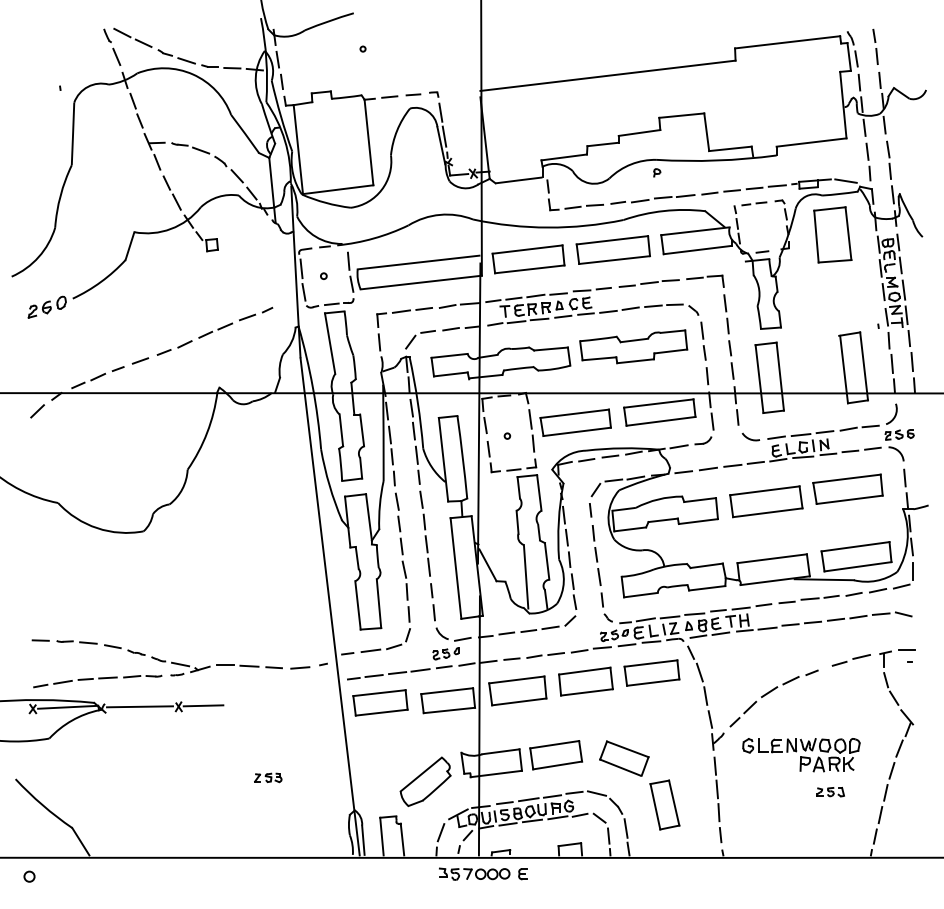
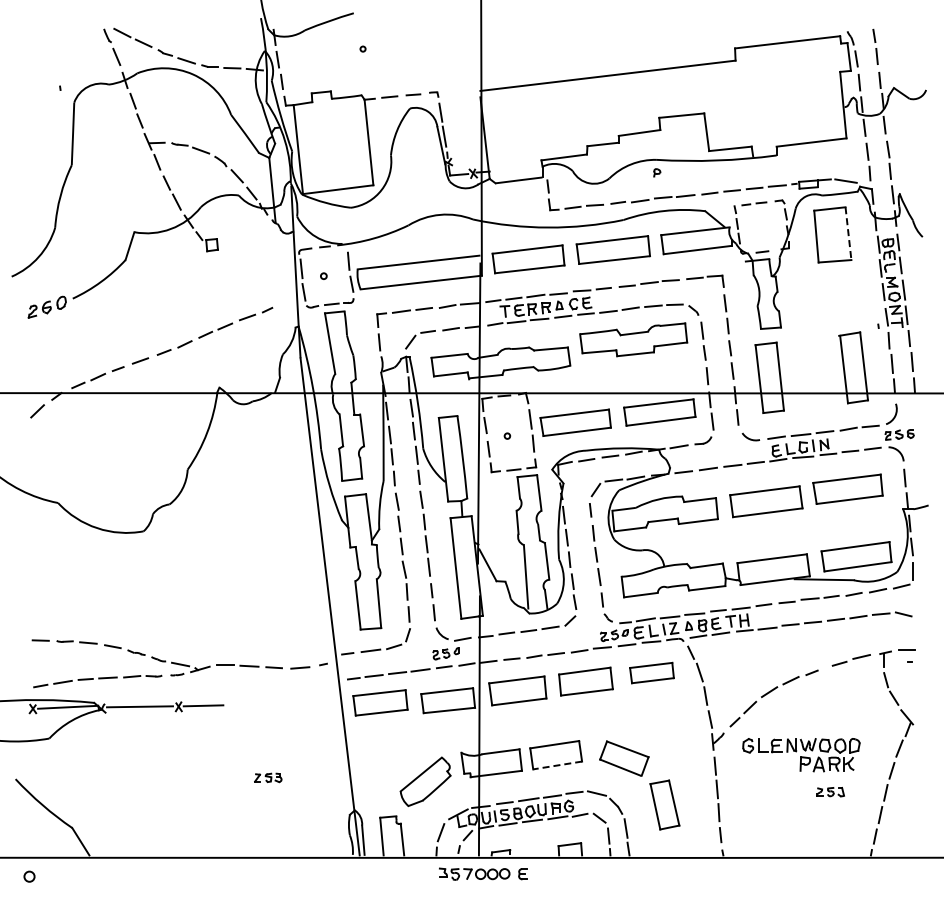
line at (848, 233): solid -> dashed
part at (633, 346) position: (633, 346) -> (633, 339)
part at (651, 672) size: 58x28 px -> 46x24 px
line at (557, 765): solid -> dashed
